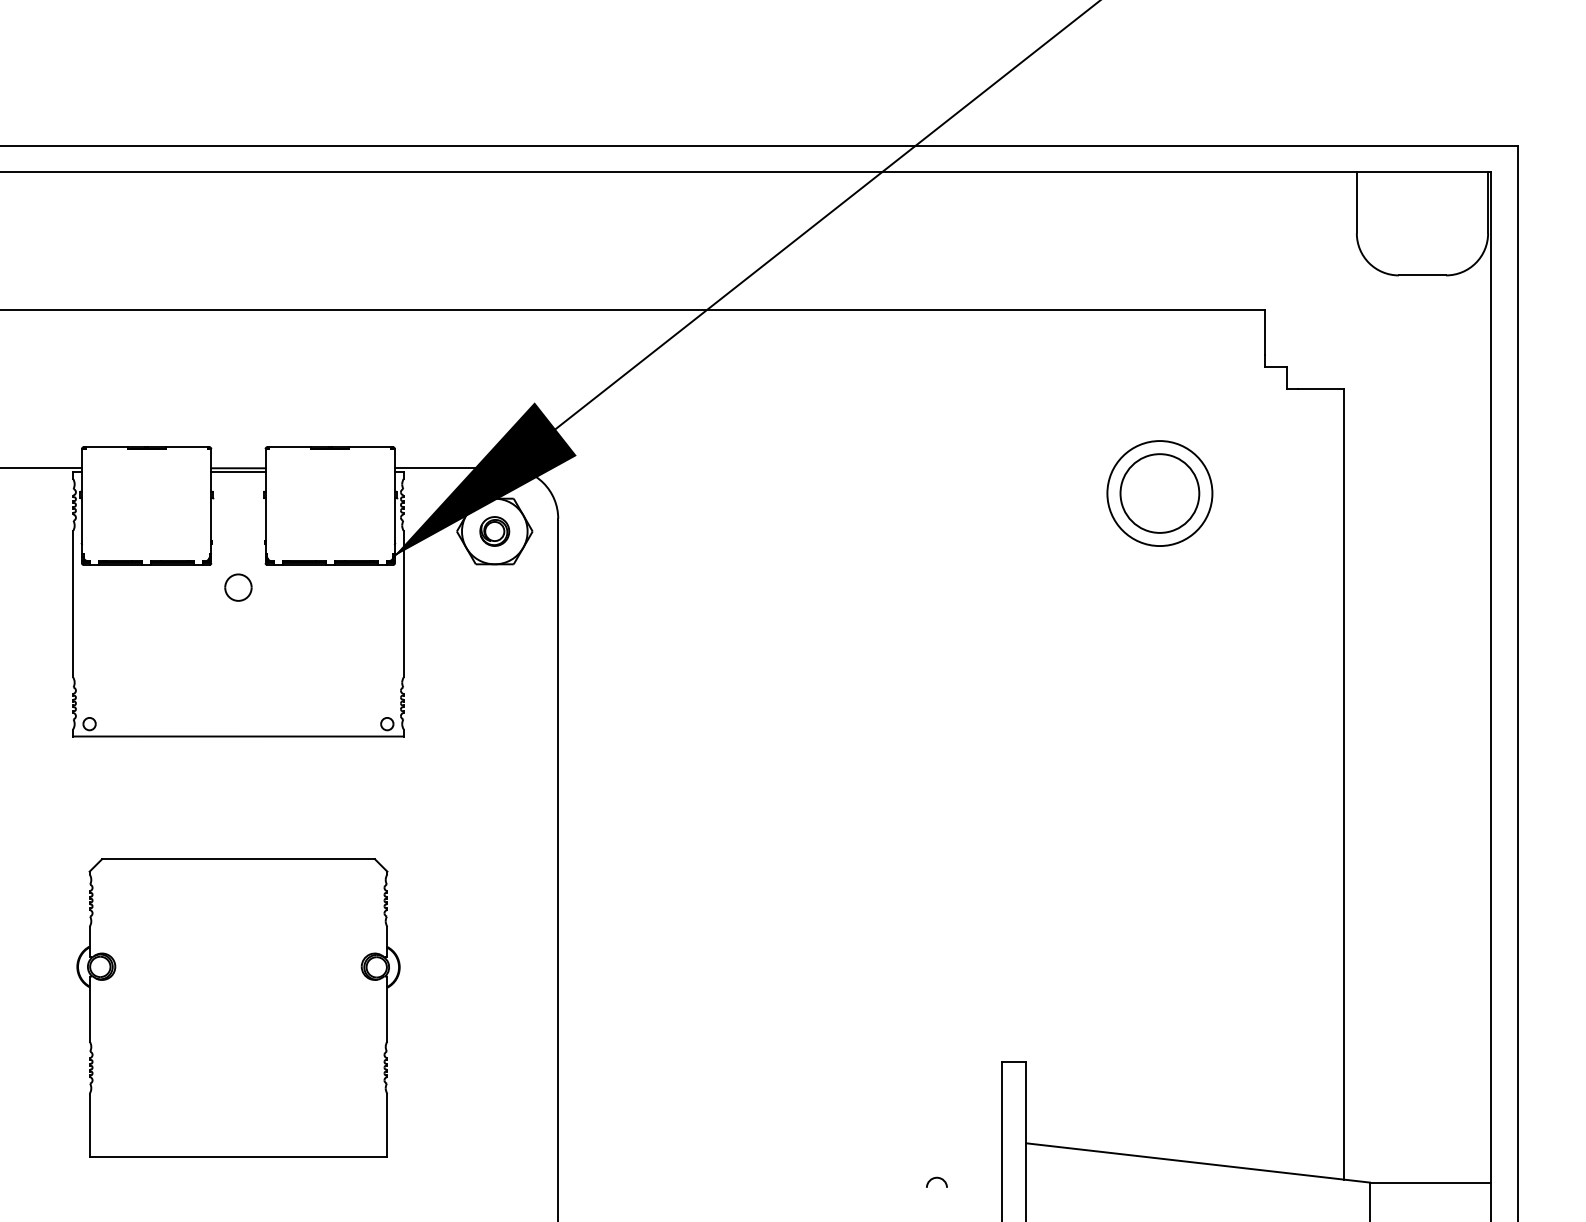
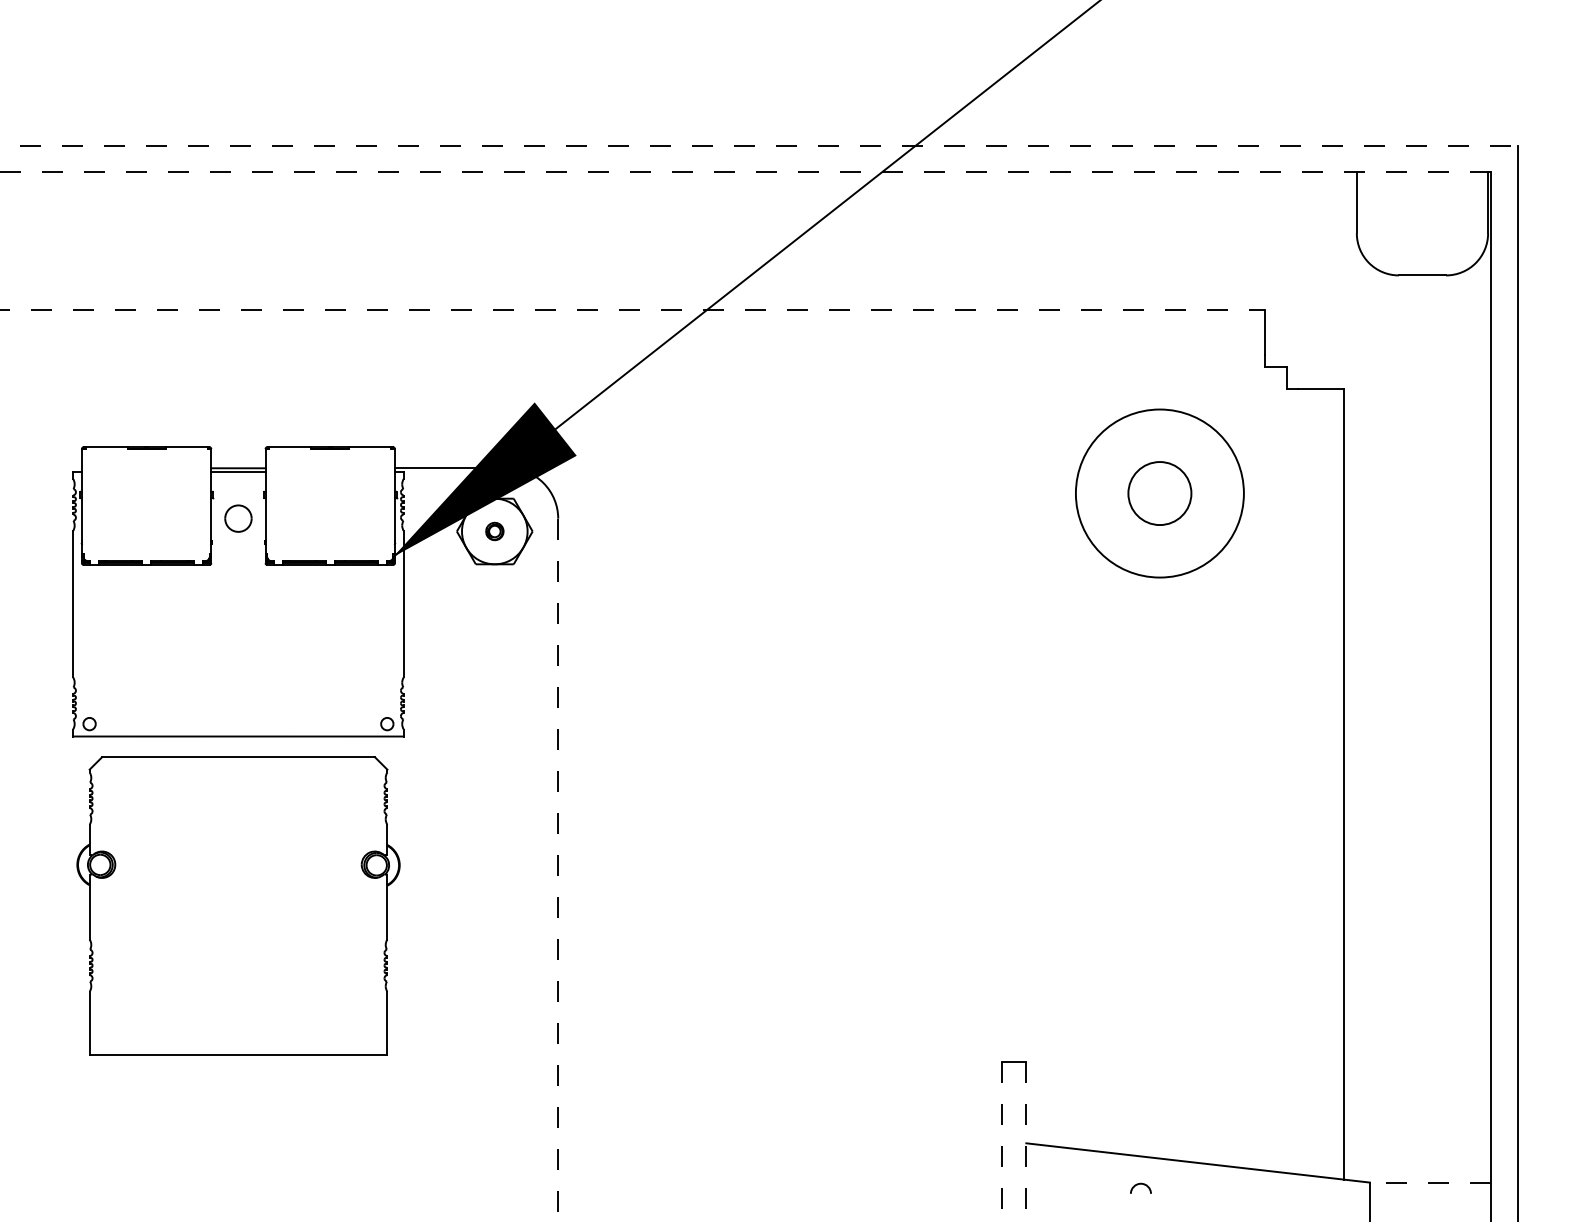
line at (759, 146): solid -> dashed
line at (745, 172): solid -> dashed
line at (633, 309): solid -> dashed
line at (41, 468): present -> none
circle at (1159, 493) diameter: 105 px -> 168 px
circle at (1159, 493) diameter: 79 px -> 63 px
part at (494, 531) size: 32x31 px -> 20x21 px
part at (238, 587) position: (238, 587) -> (238, 518)
line at (558, 870): solid -> dashed
part at (238, 1007) position: (238, 1007) -> (238, 905)
line at (1002, 1141): solid -> dashed
line at (1026, 1141): solid -> dashed
arc at (936, 1178) position: (936, 1178) -> (1140, 1184)
line at (1430, 1182): solid -> dashed
